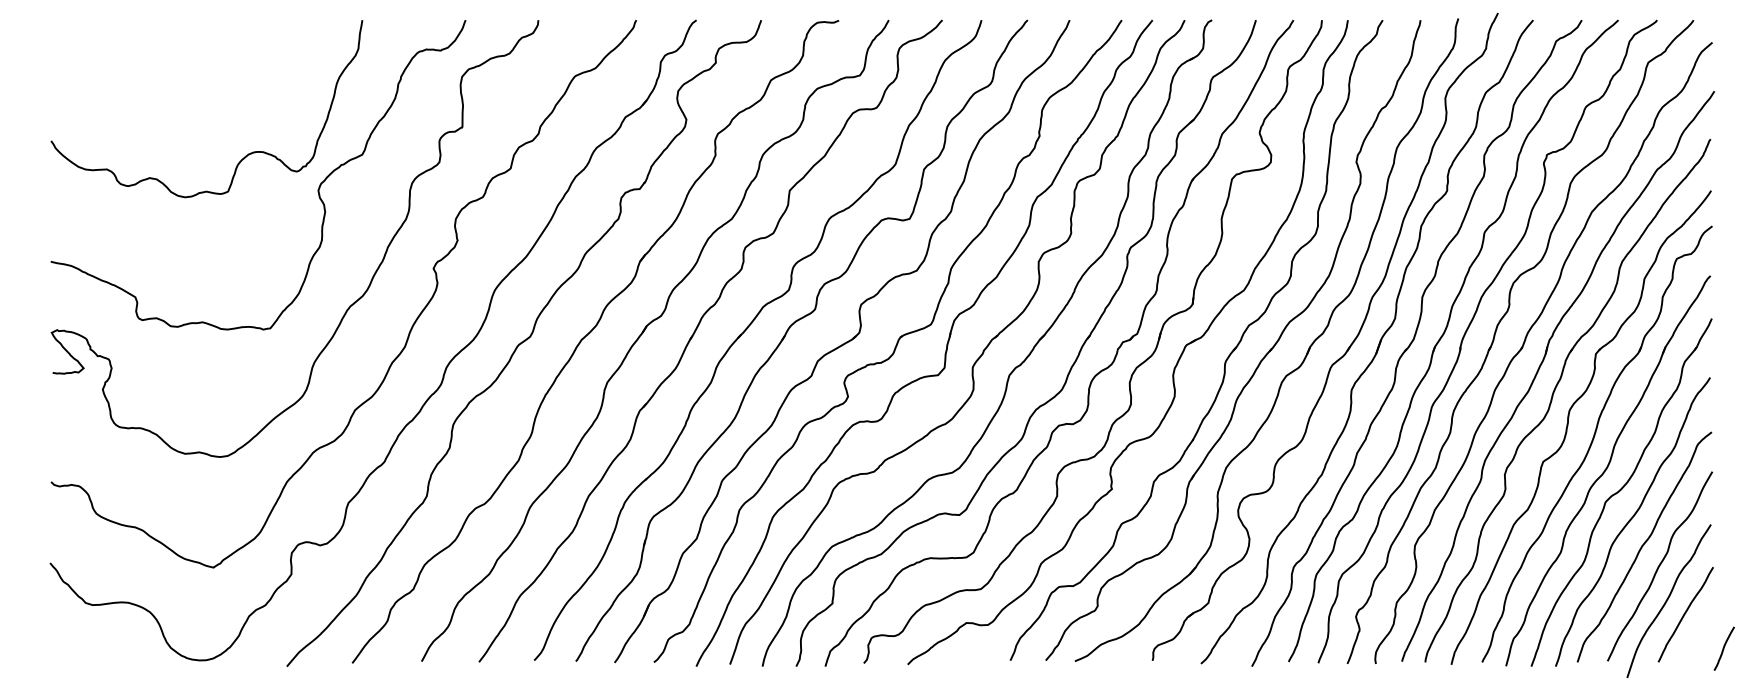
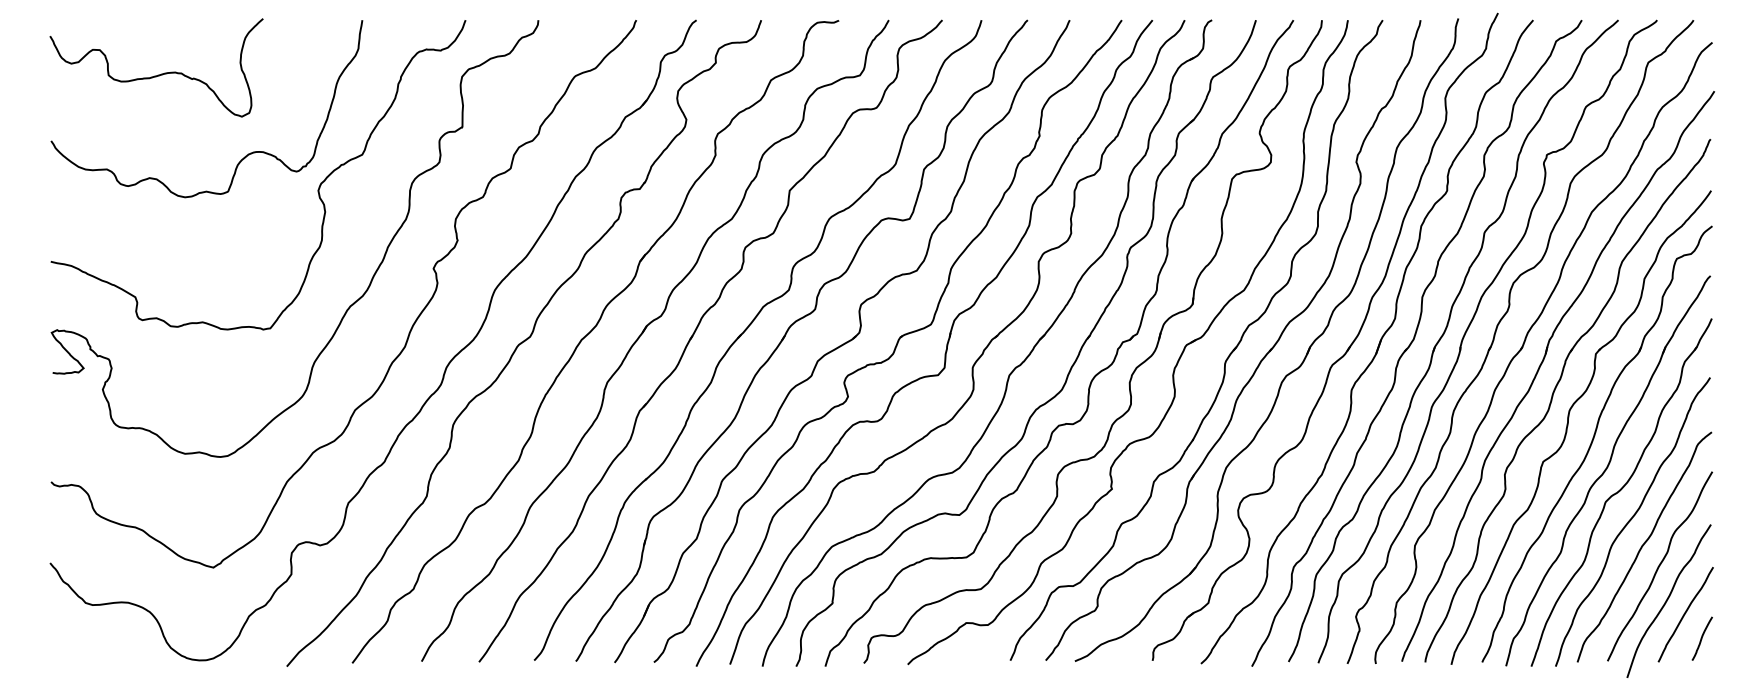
curve at (158, 74): none -> present
curve at (1723, 648) position: (1723, 648) -> (1701, 638)
